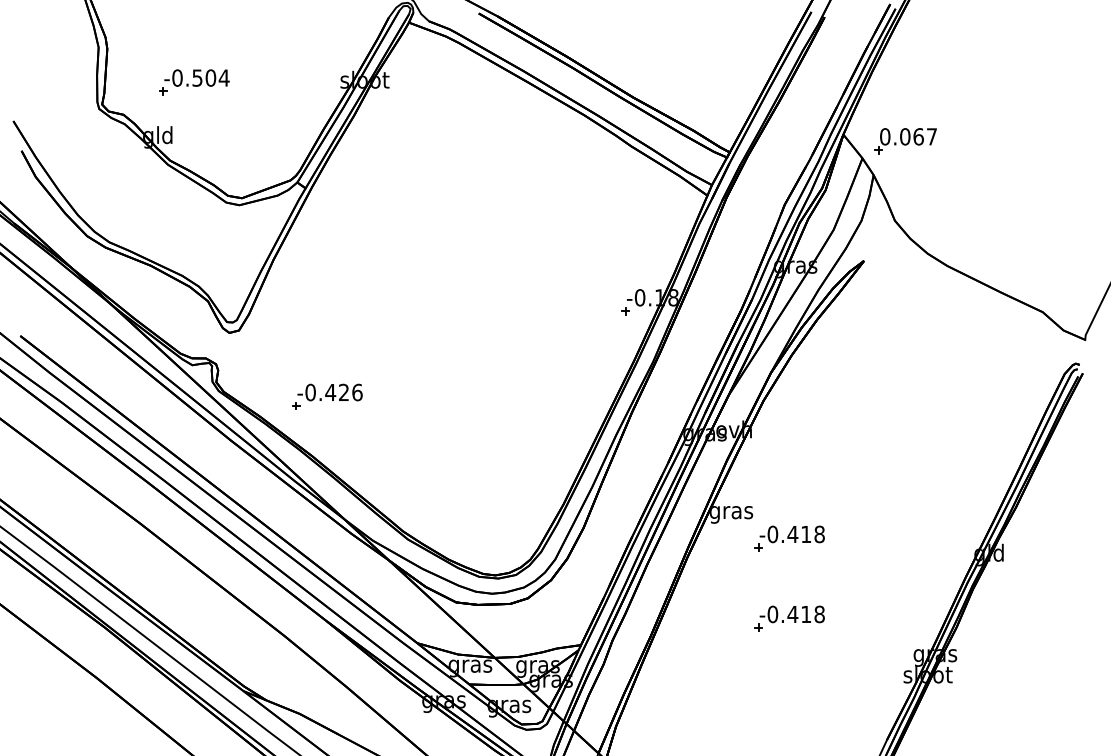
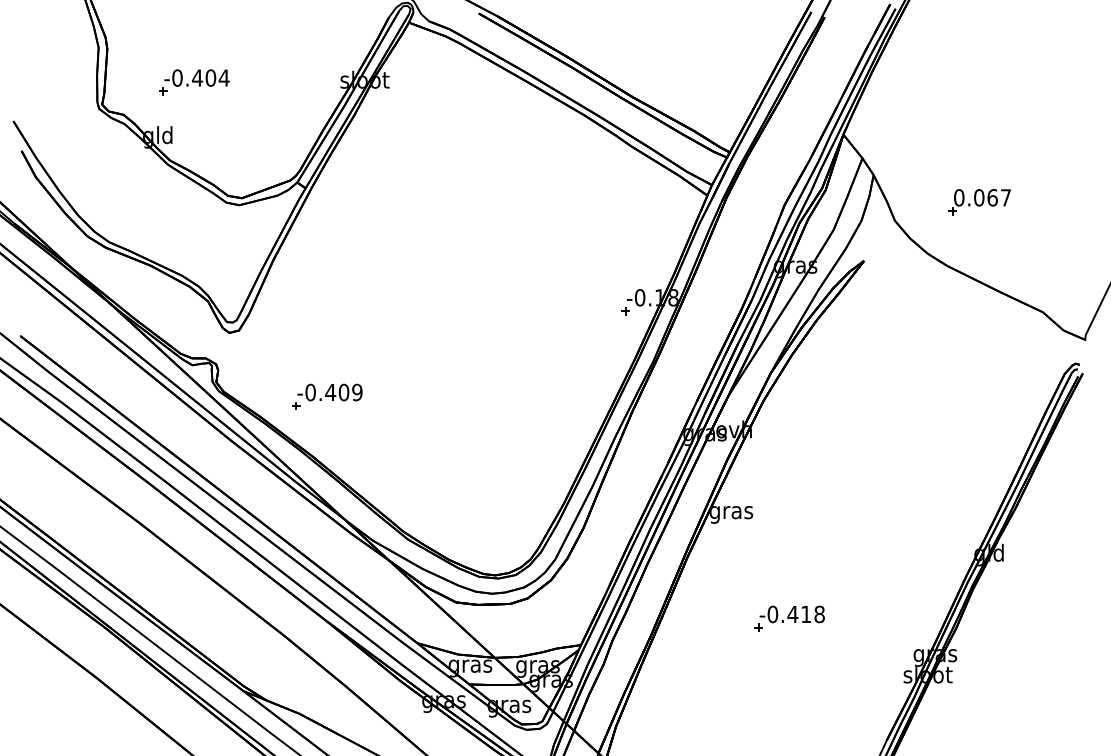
text at (197, 77): -0.504 -> -0.404
part at (905, 141) position: (905, 141) -> (979, 202)
text at (350, 392): -0.426 -> -0.409
part at (789, 538): present -> none
